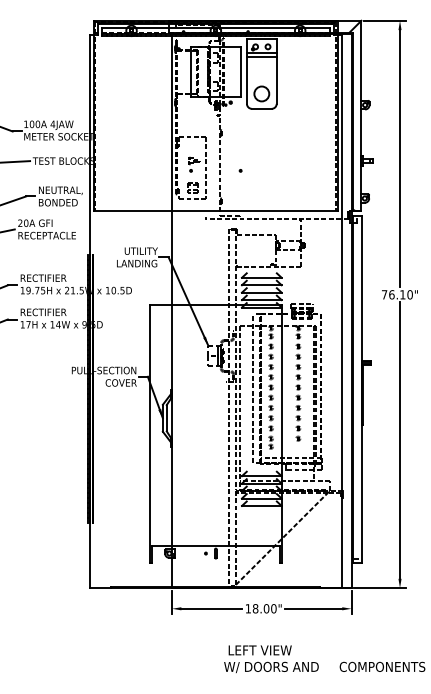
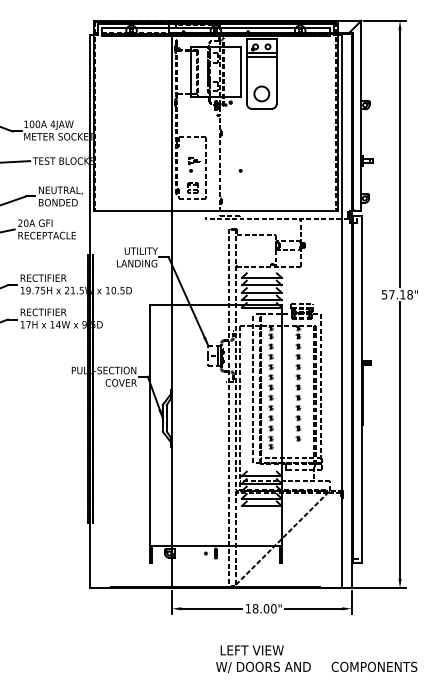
text at (396, 294): 76.10" -> 57.18"
text at (324, 659) position: (324, 659) -> (316, 659)
